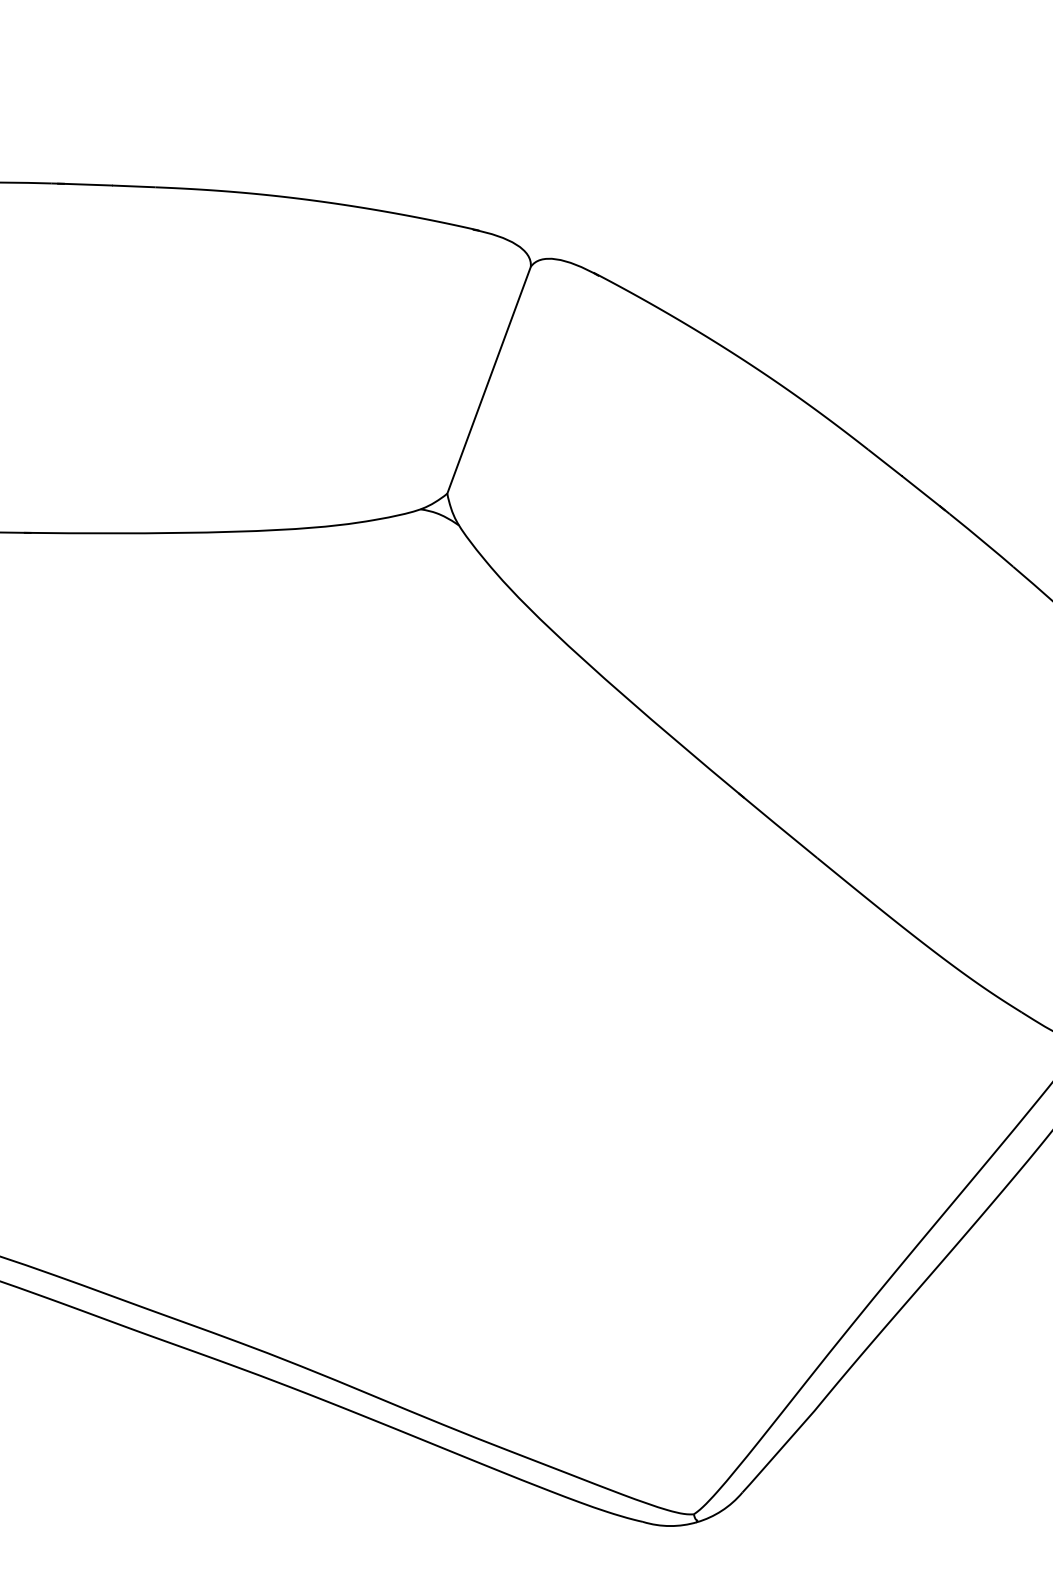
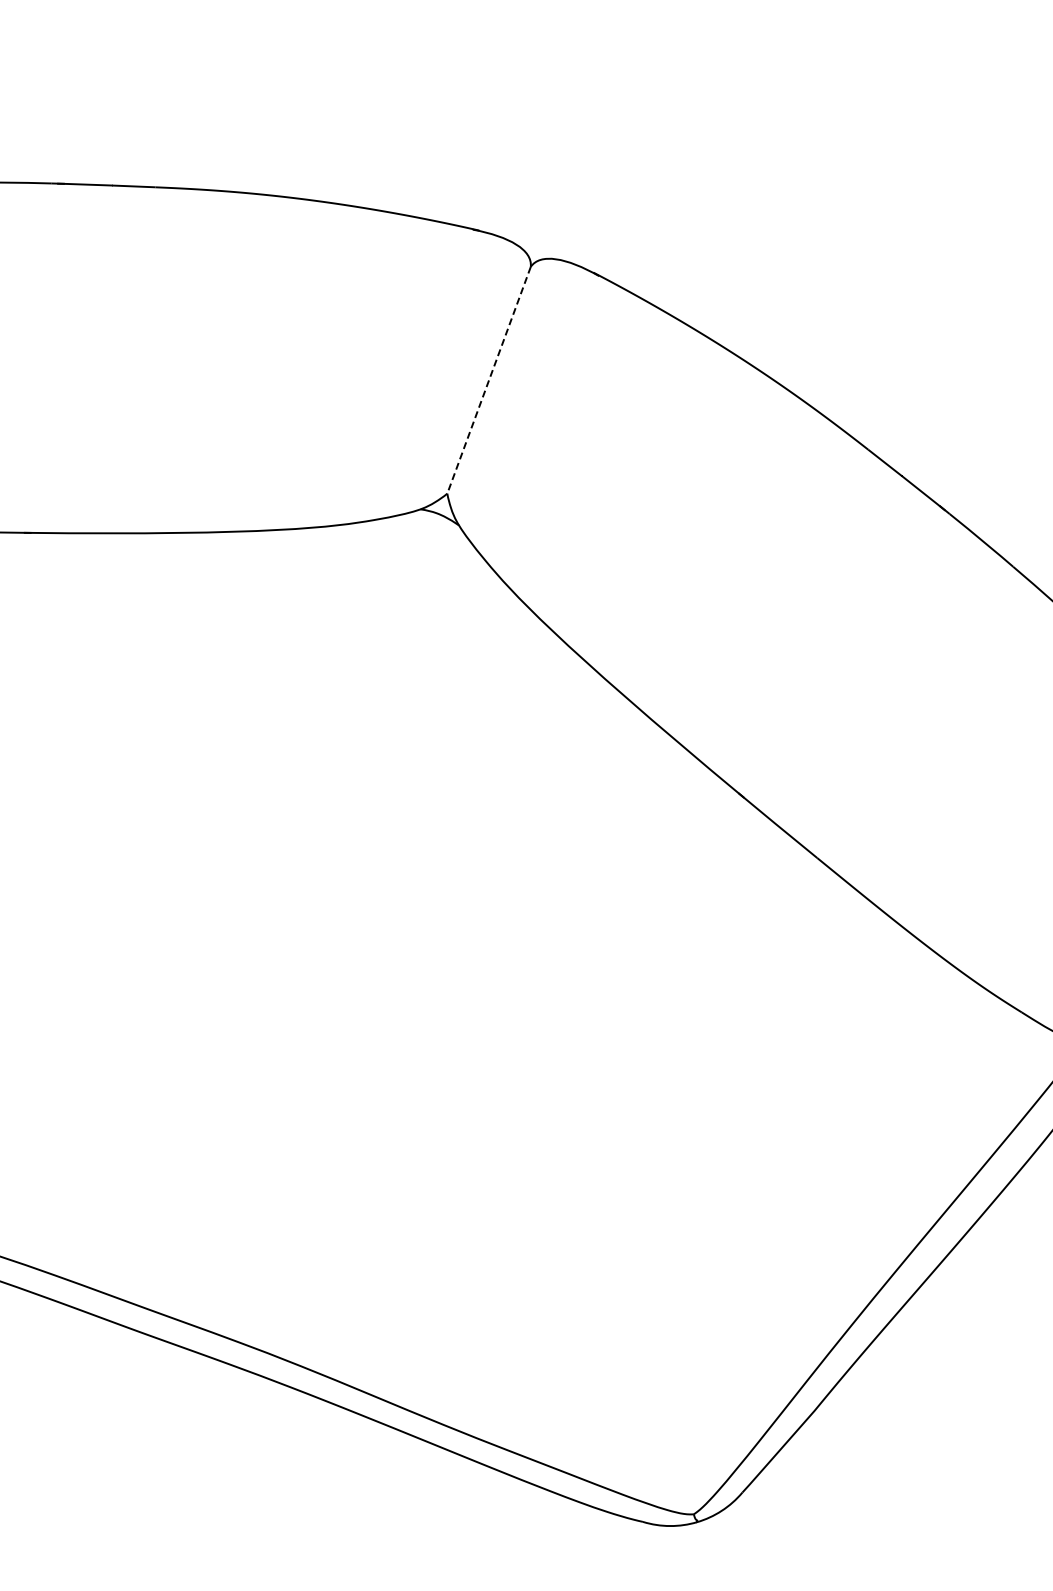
line at (489, 380): solid -> dashed
